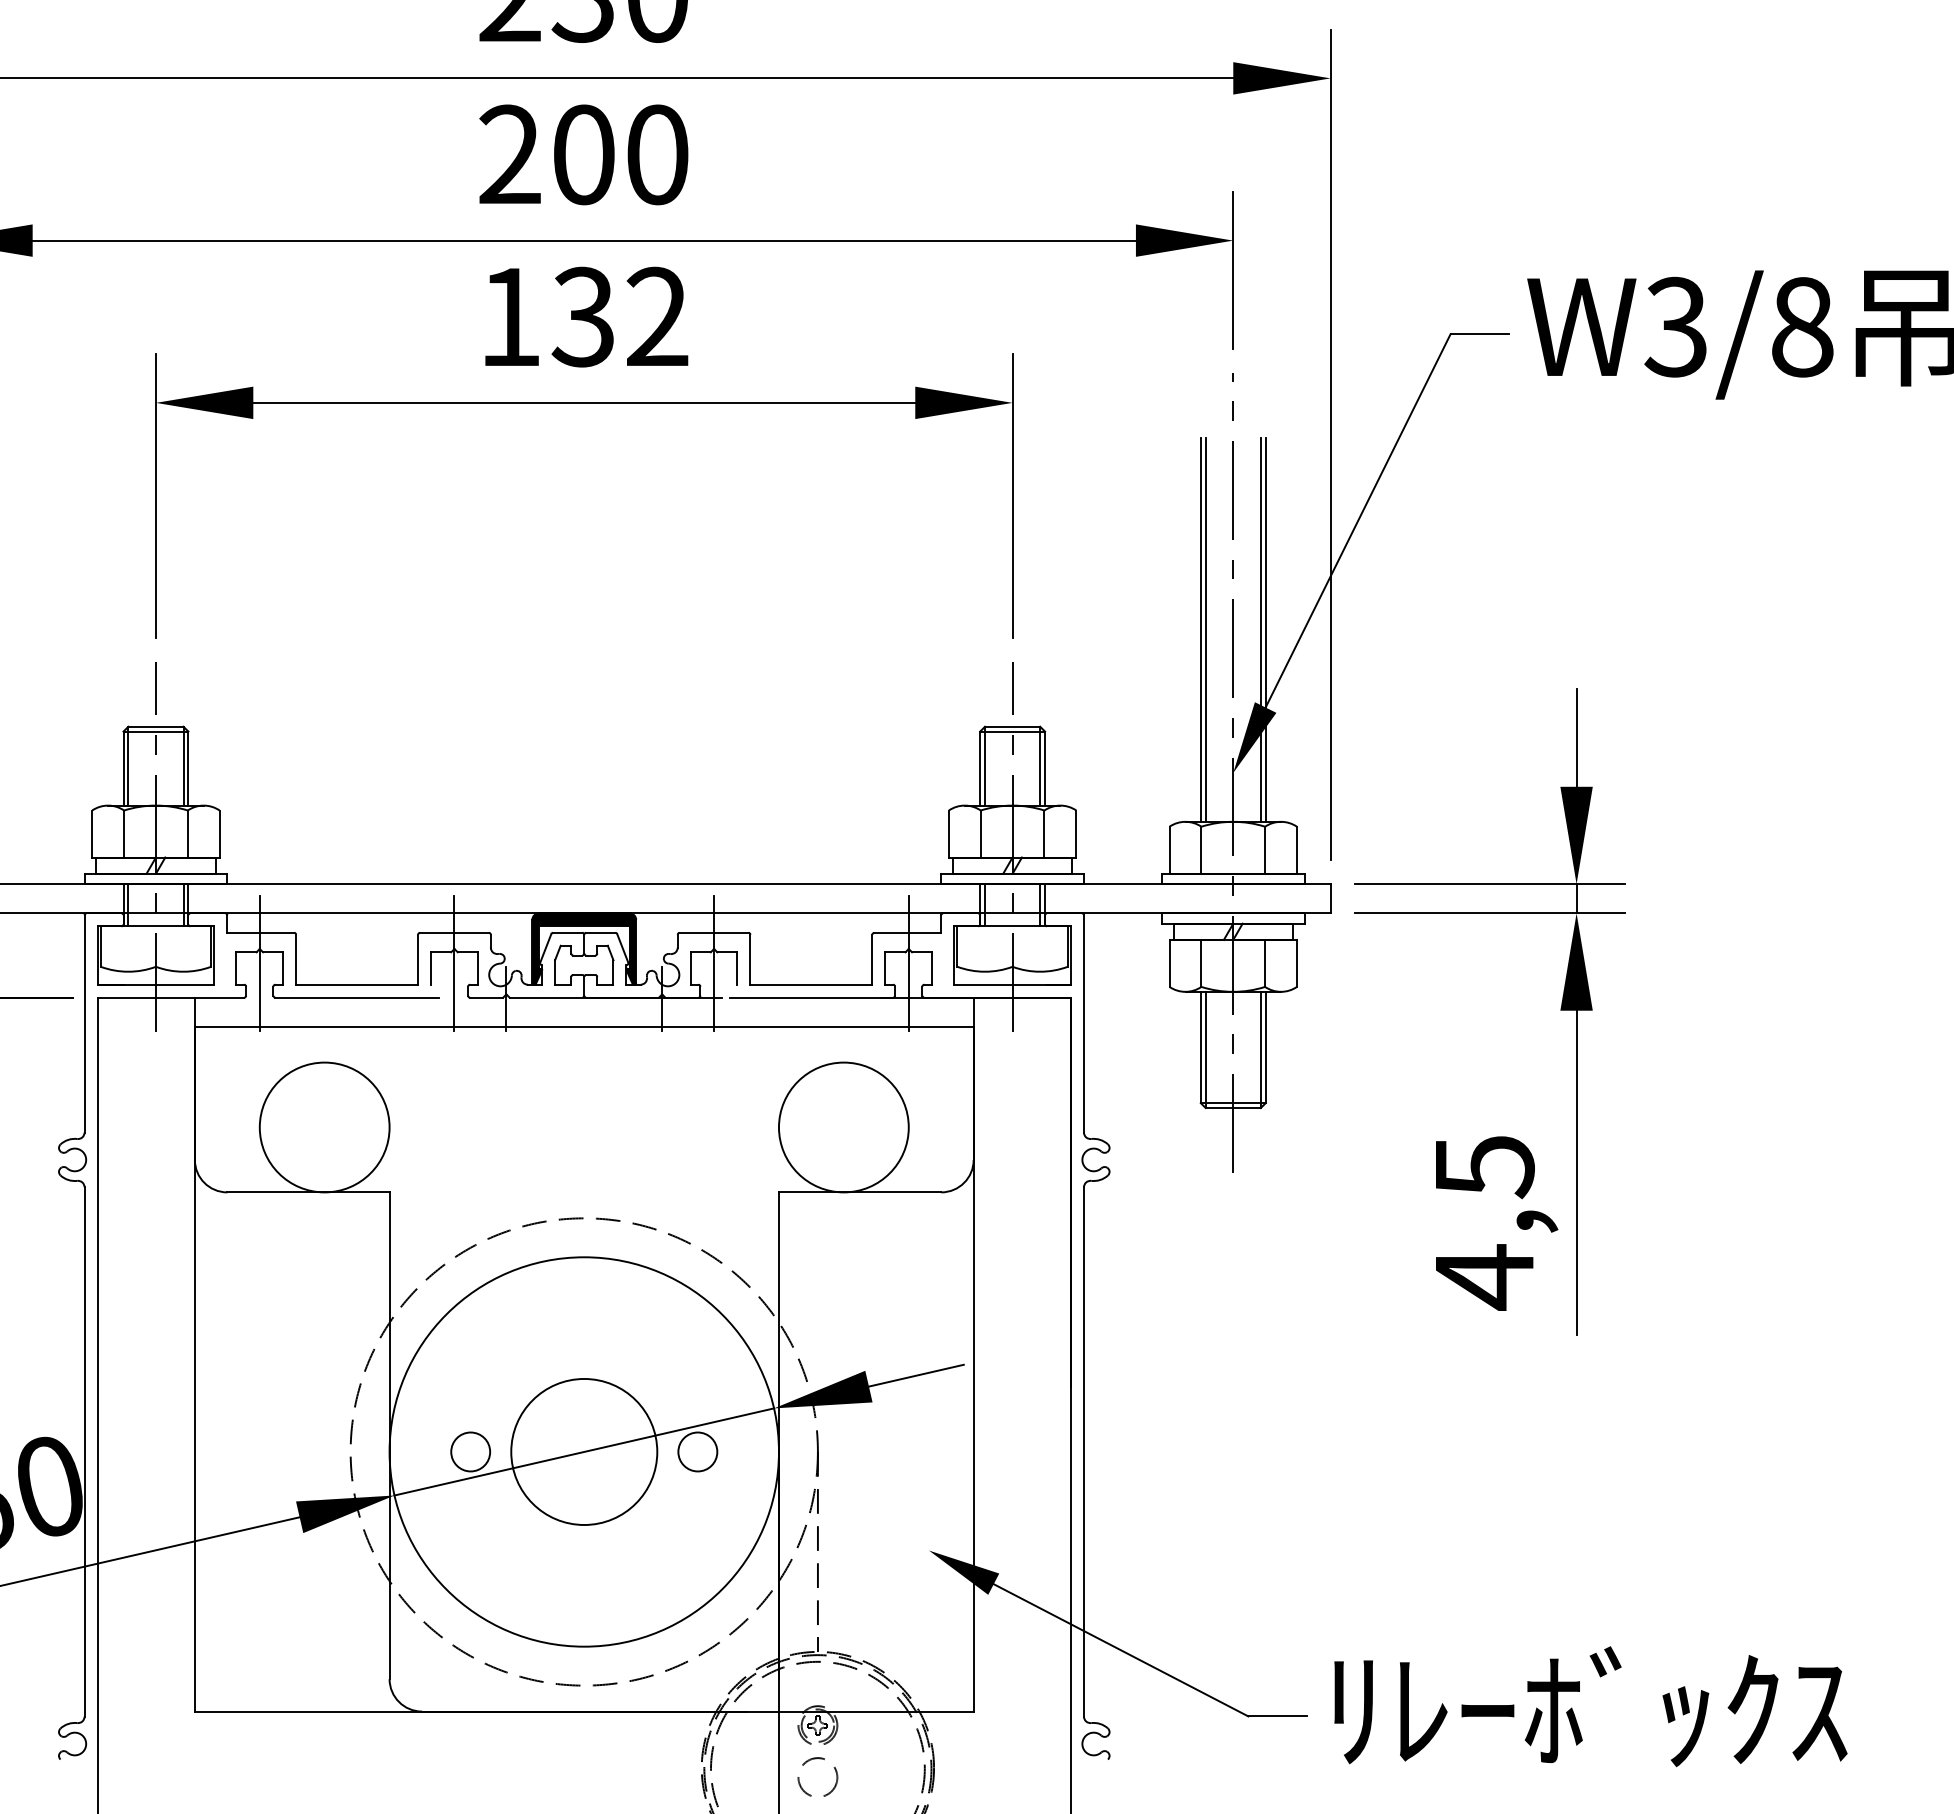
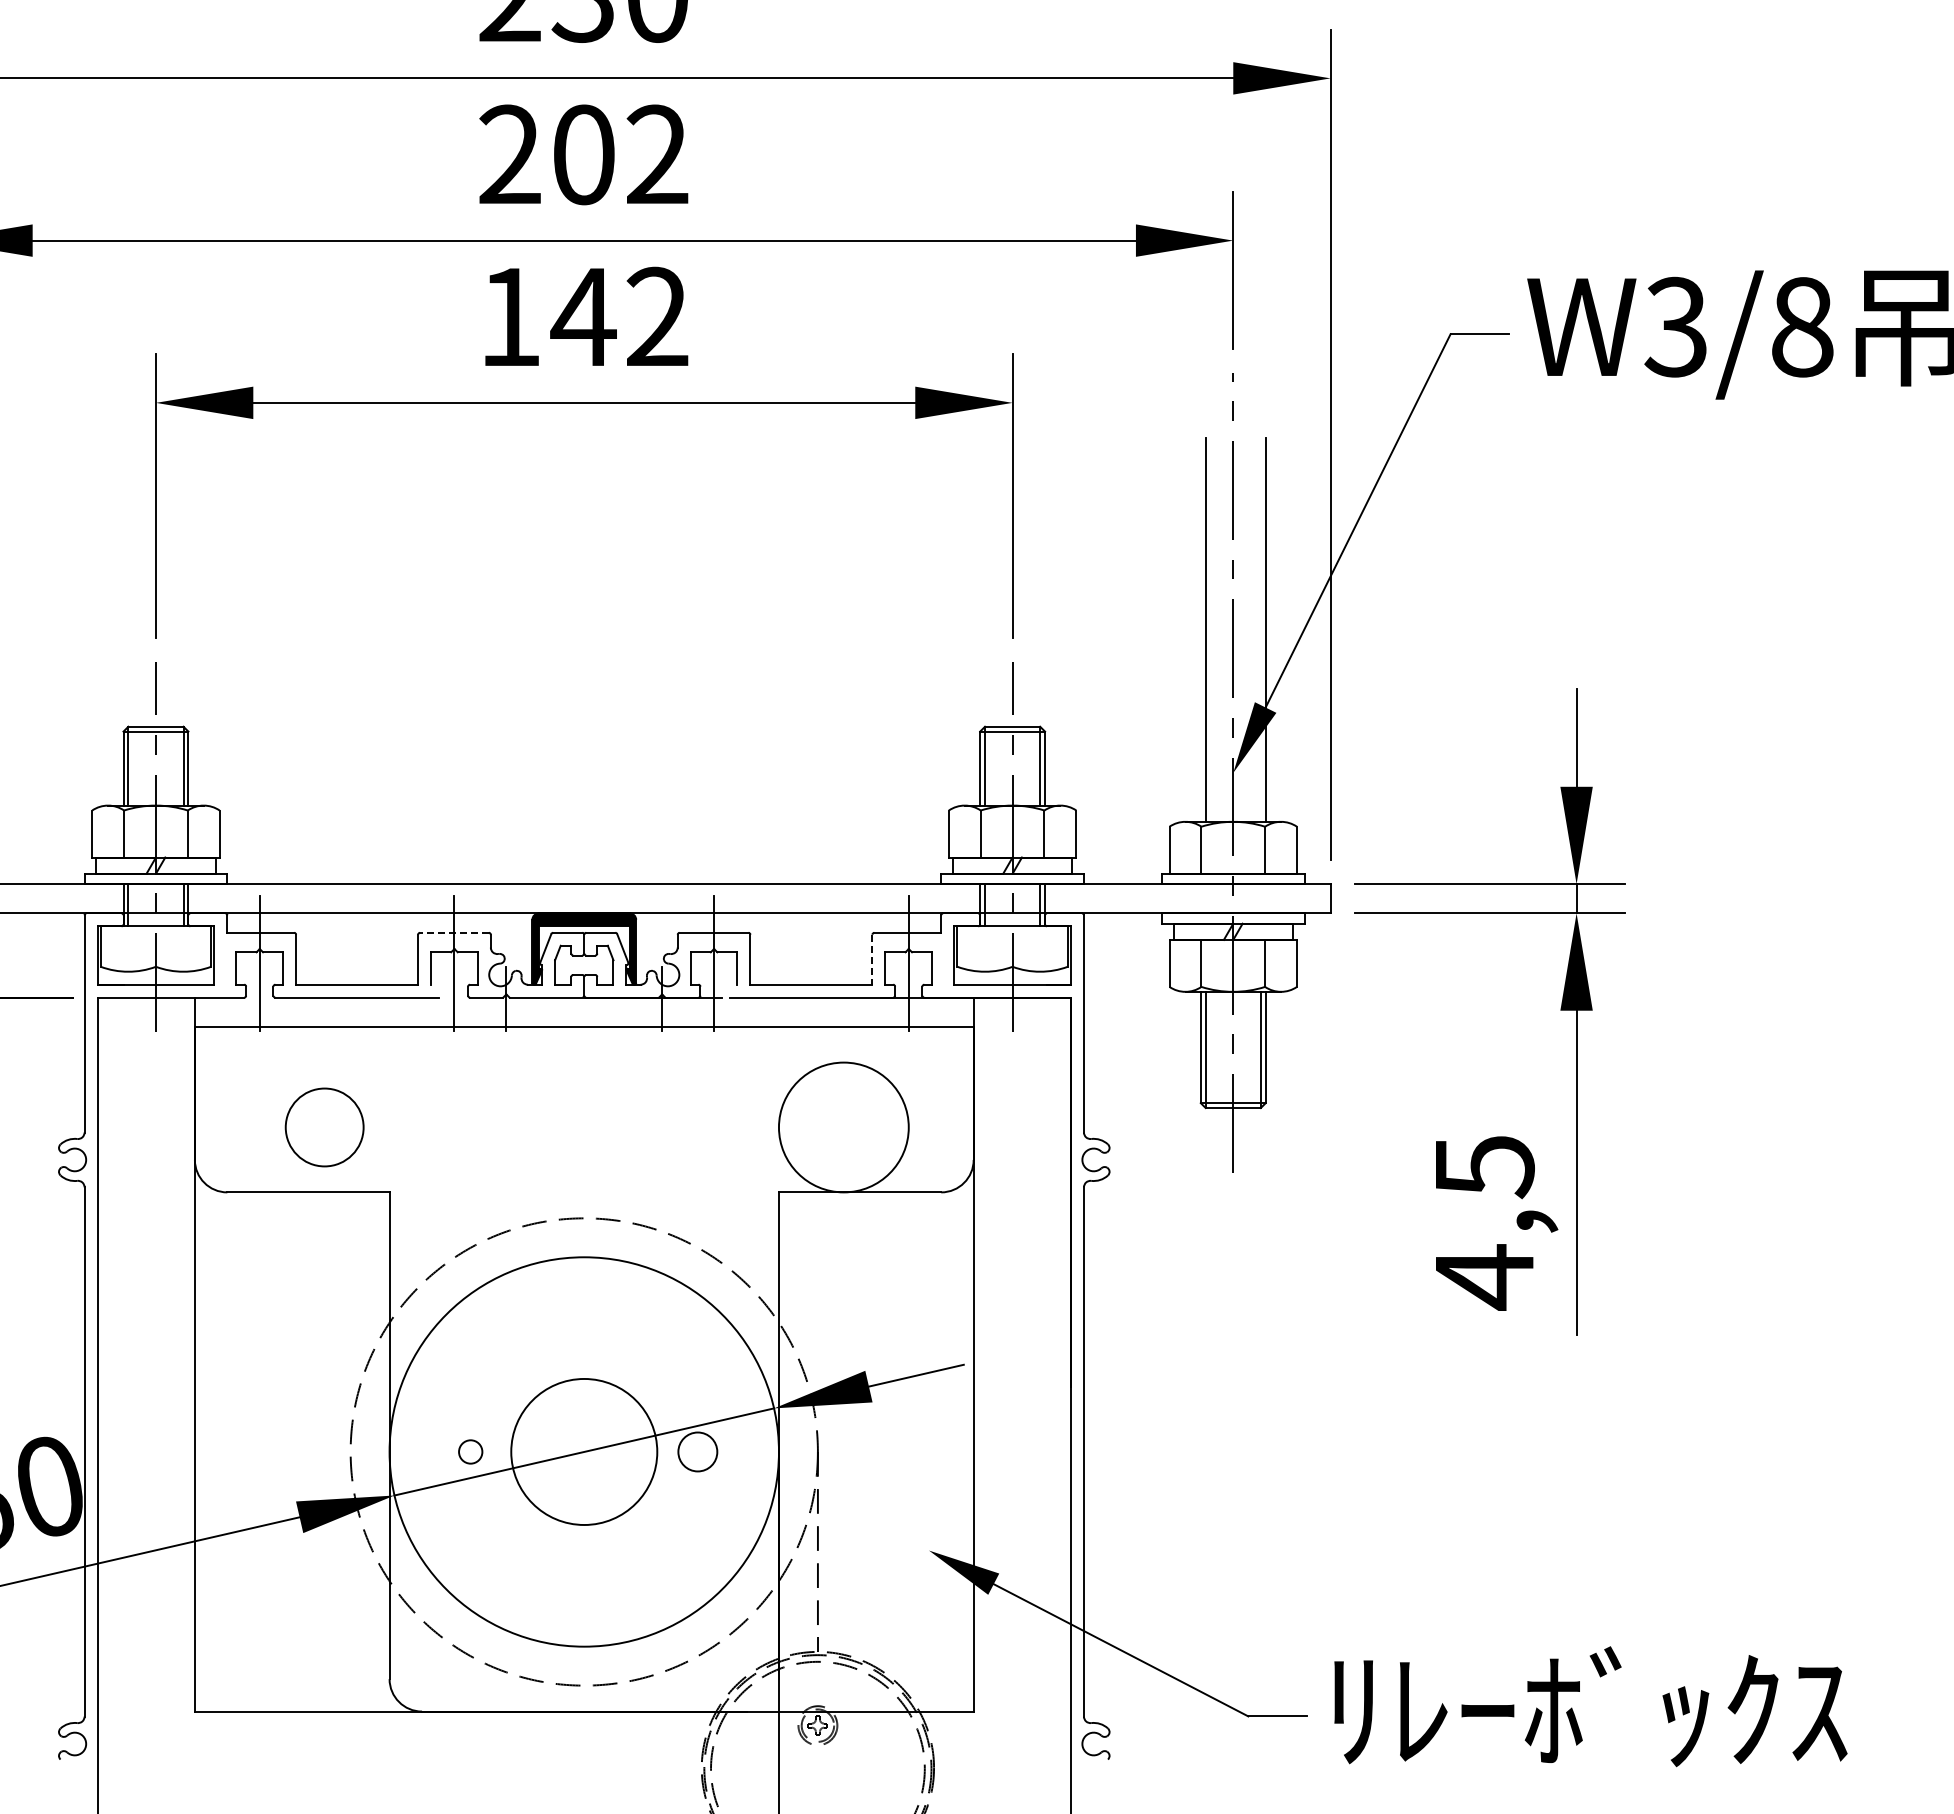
text at (657, 154): 200 -> 202
text at (583, 316): 132 -> 142
line at (1200, 629): present -> none
line at (1260, 629): present -> none
line at (453, 932): solid -> dashed
line at (872, 959): solid -> dashed
circle at (324, 1127) diameter: 130 px -> 78 px
circle at (470, 1451) diameter: 39 px -> 23 px
circle at (817, 1776): present -> none
